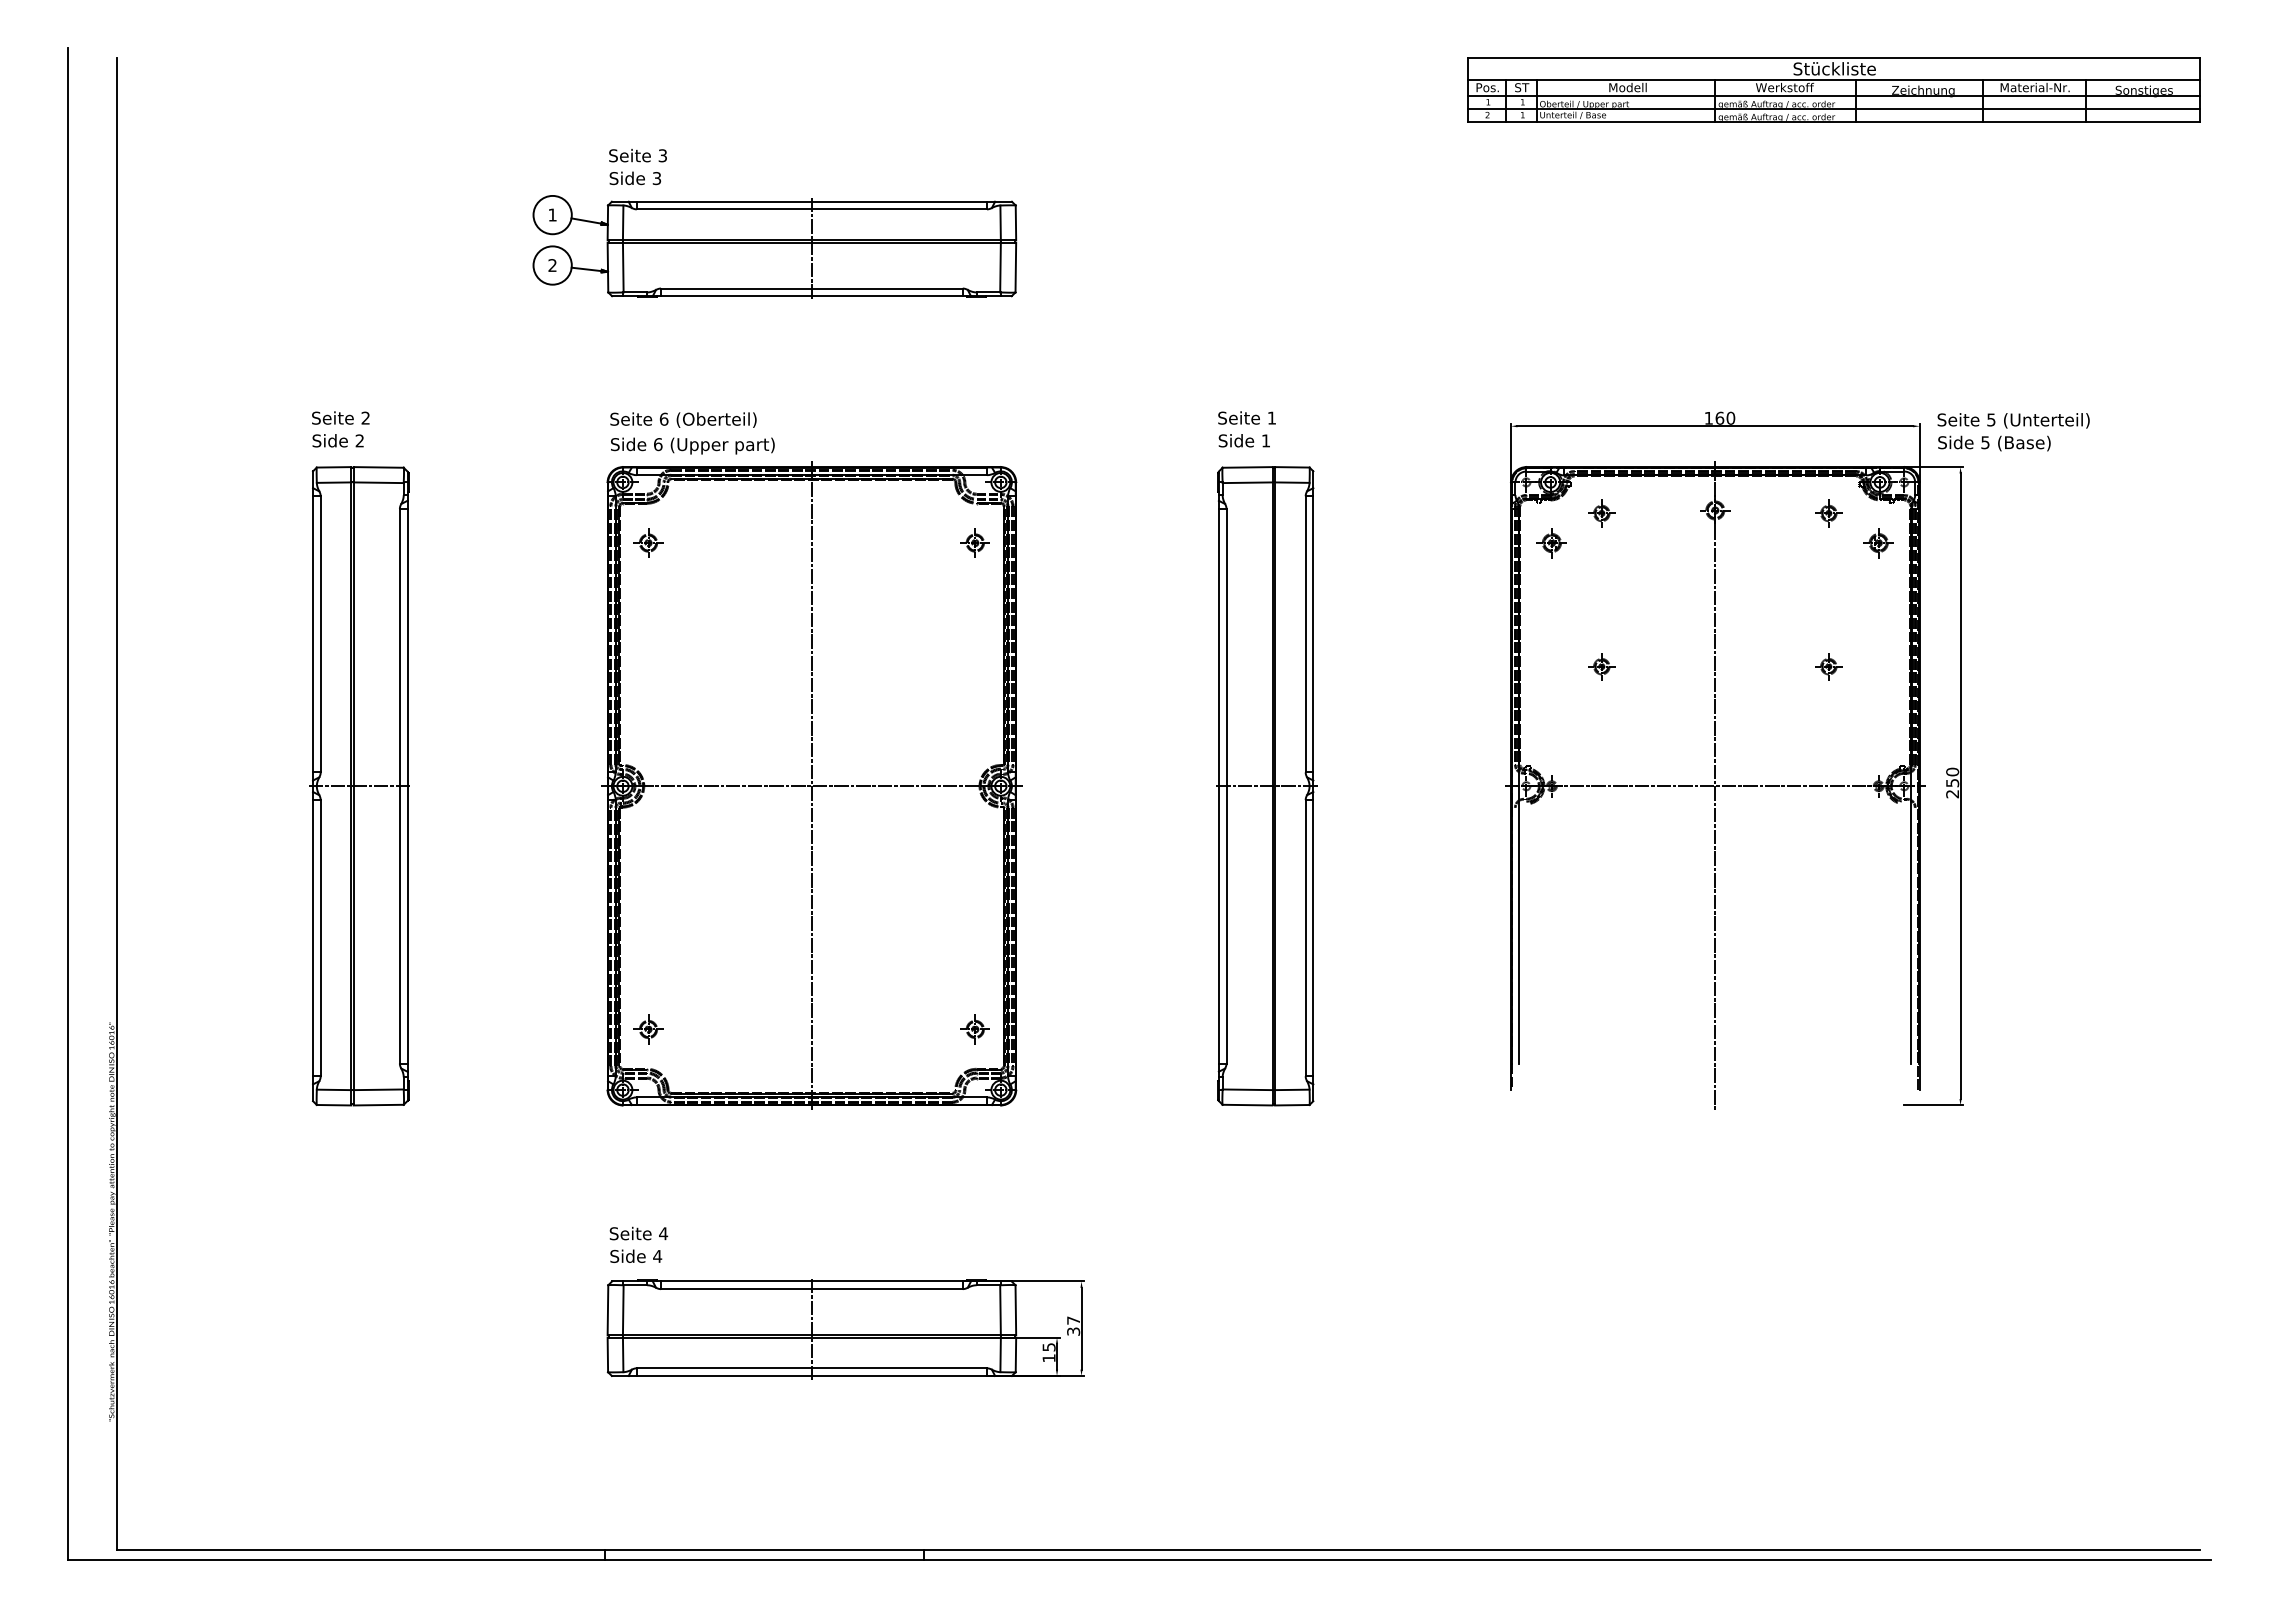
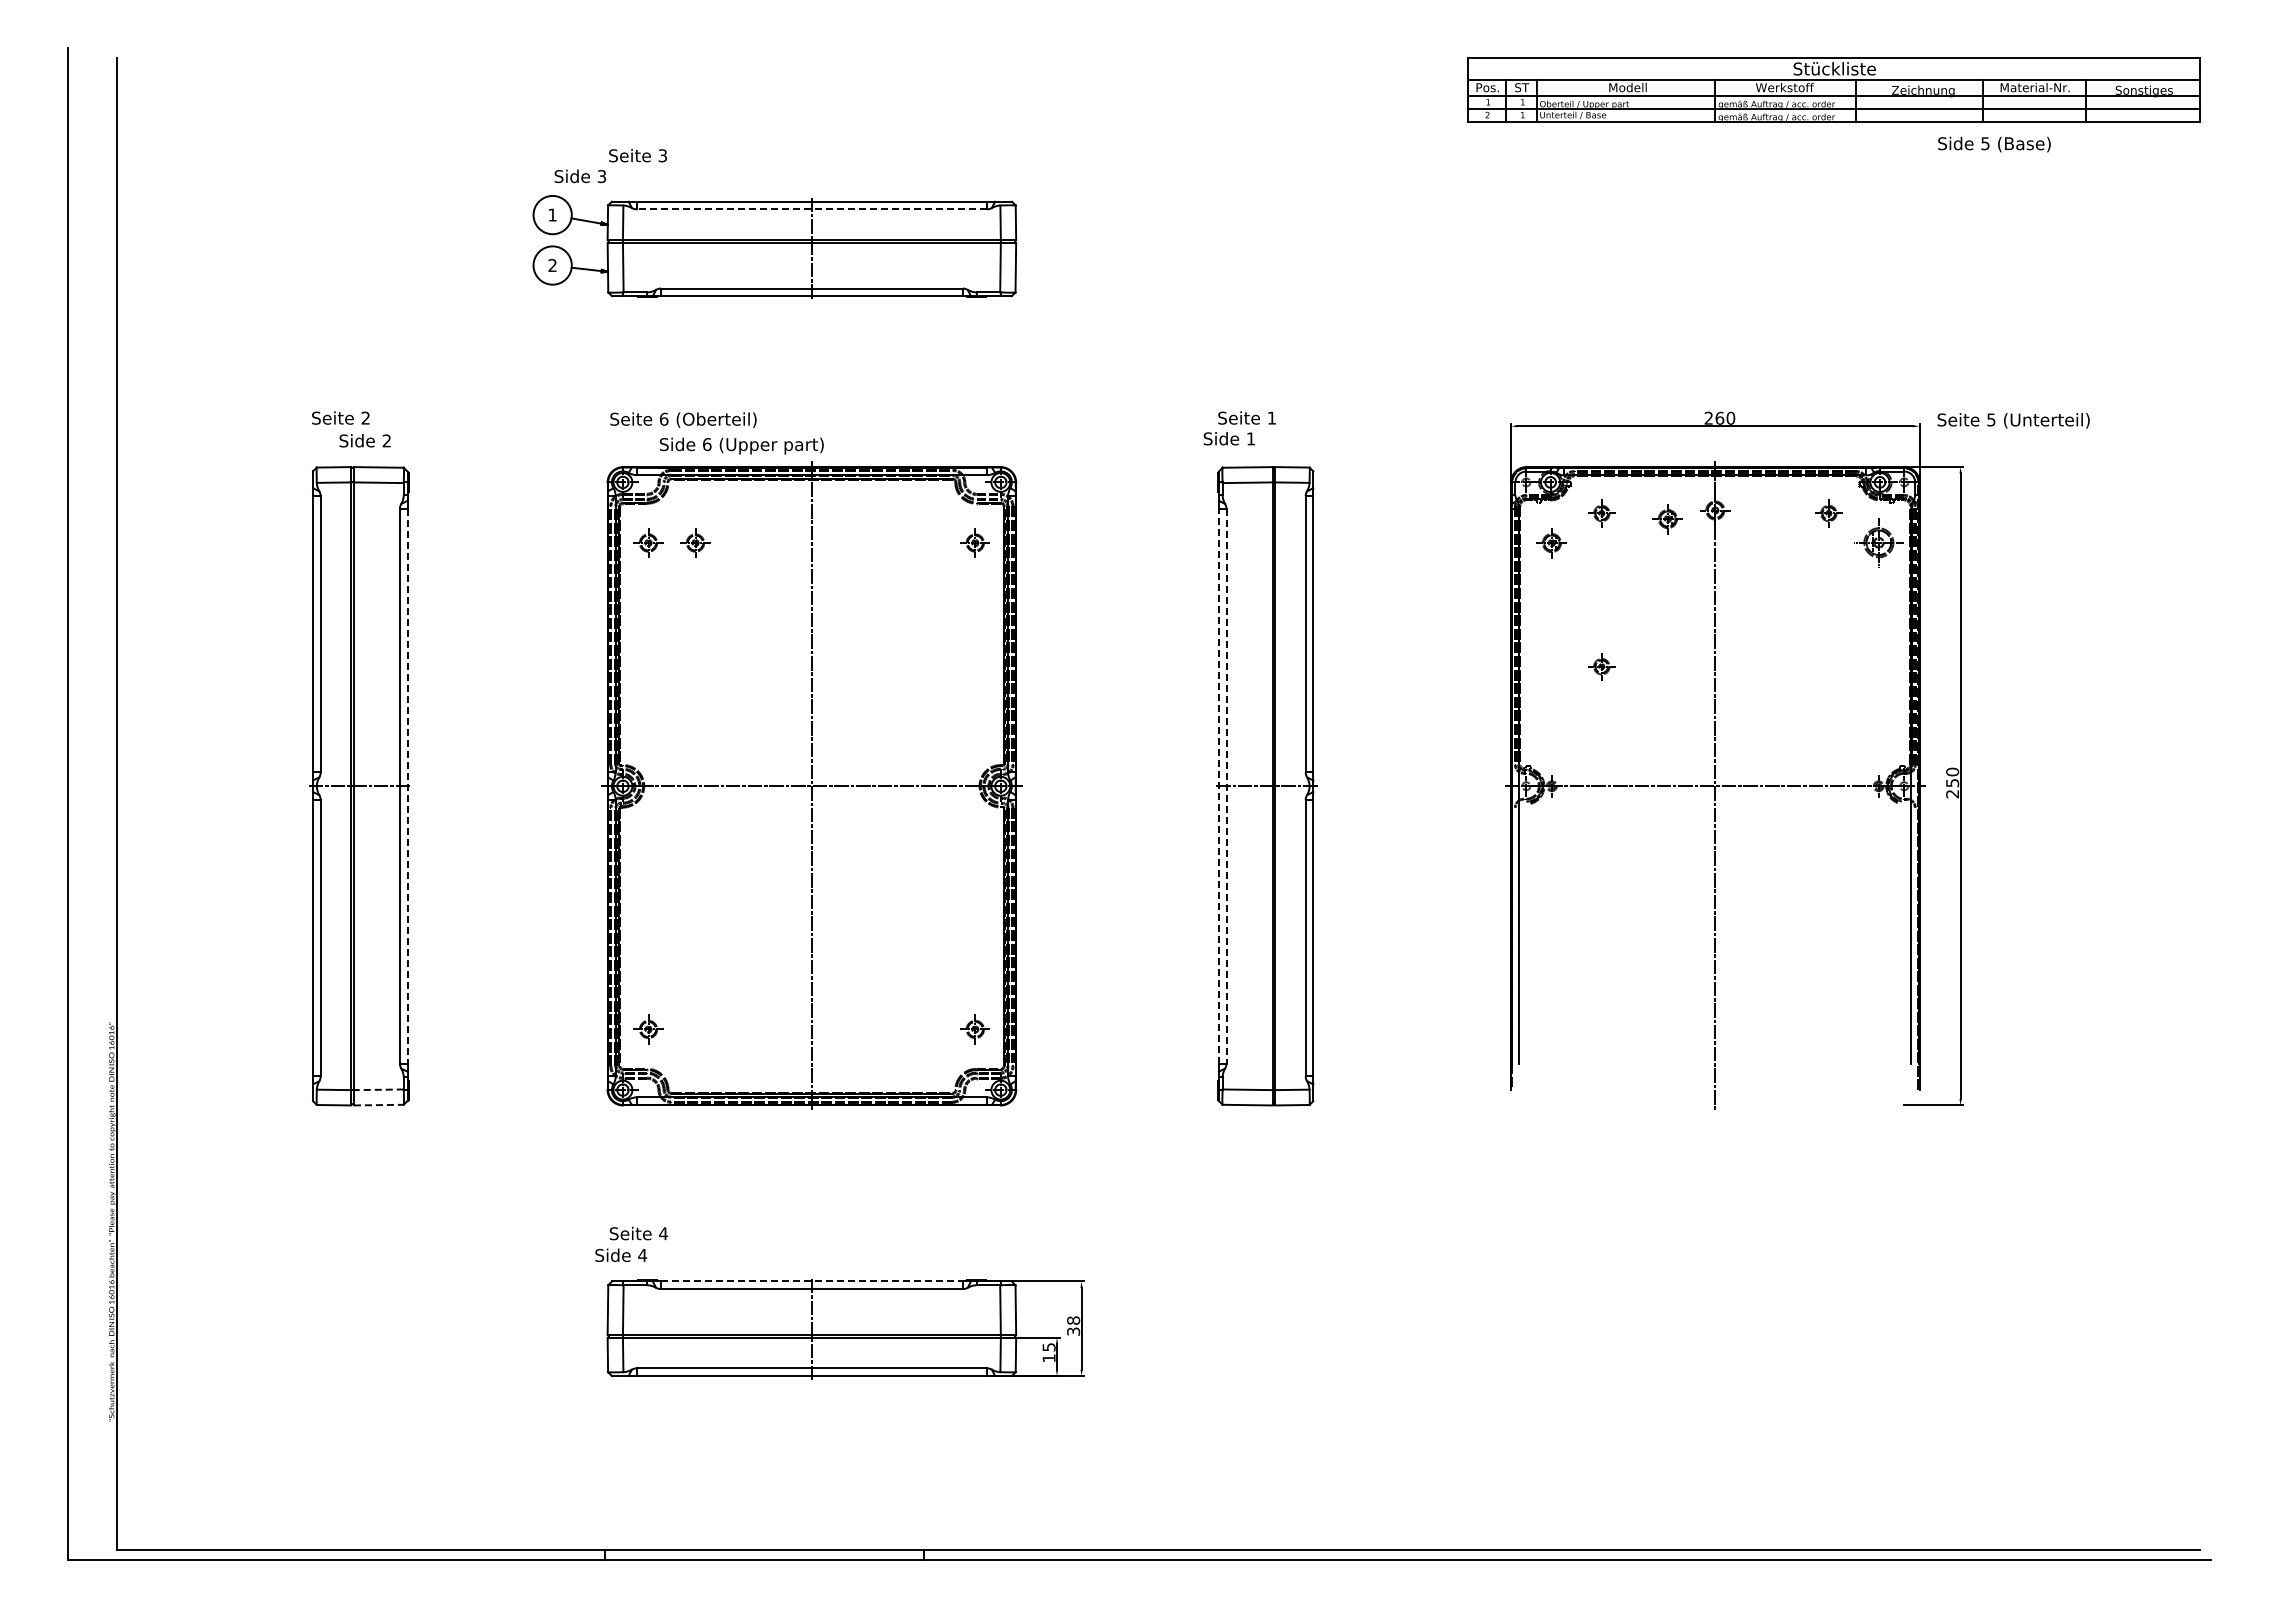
text at (635, 178) position: (635, 178) -> (580, 176)
line at (811, 209): solid -> dashed
text at (1708, 417): 160 -> 260
text at (337, 440) position: (337, 440) -> (364, 440)
text at (1243, 440) position: (1243, 440) -> (1228, 438)
text at (1994, 443) position: (1994, 443) -> (1994, 144)
text at (692, 445) position: (692, 445) -> (741, 445)
part at (1667, 519): none -> present
part at (695, 542): none -> present
part at (1878, 543) size: 31x31 px -> 50x50 px
part at (1828, 666): present -> none
line at (1218, 785): solid -> dashed
line at (407, 786): solid -> dashed
line at (1226, 786): solid -> dashed
line at (378, 1089): solid -> dashed
line at (378, 1105): solid -> dashed
text at (636, 1255) position: (636, 1255) -> (621, 1254)
line at (811, 1281): solid -> dashed
text at (1073, 1320): 37 -> 38
